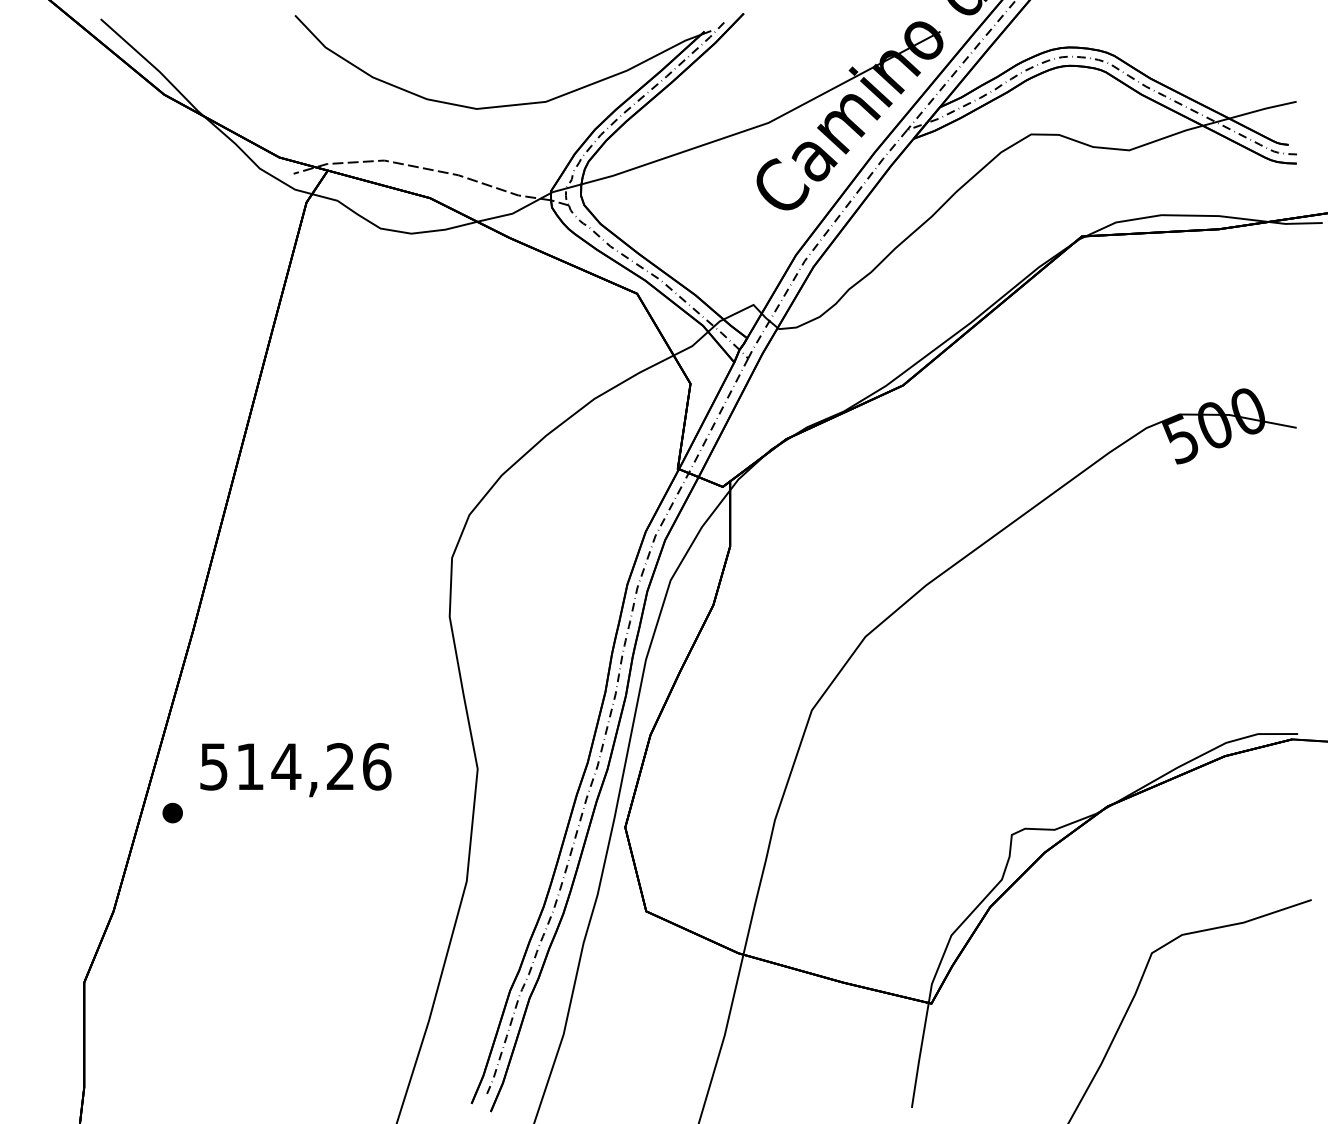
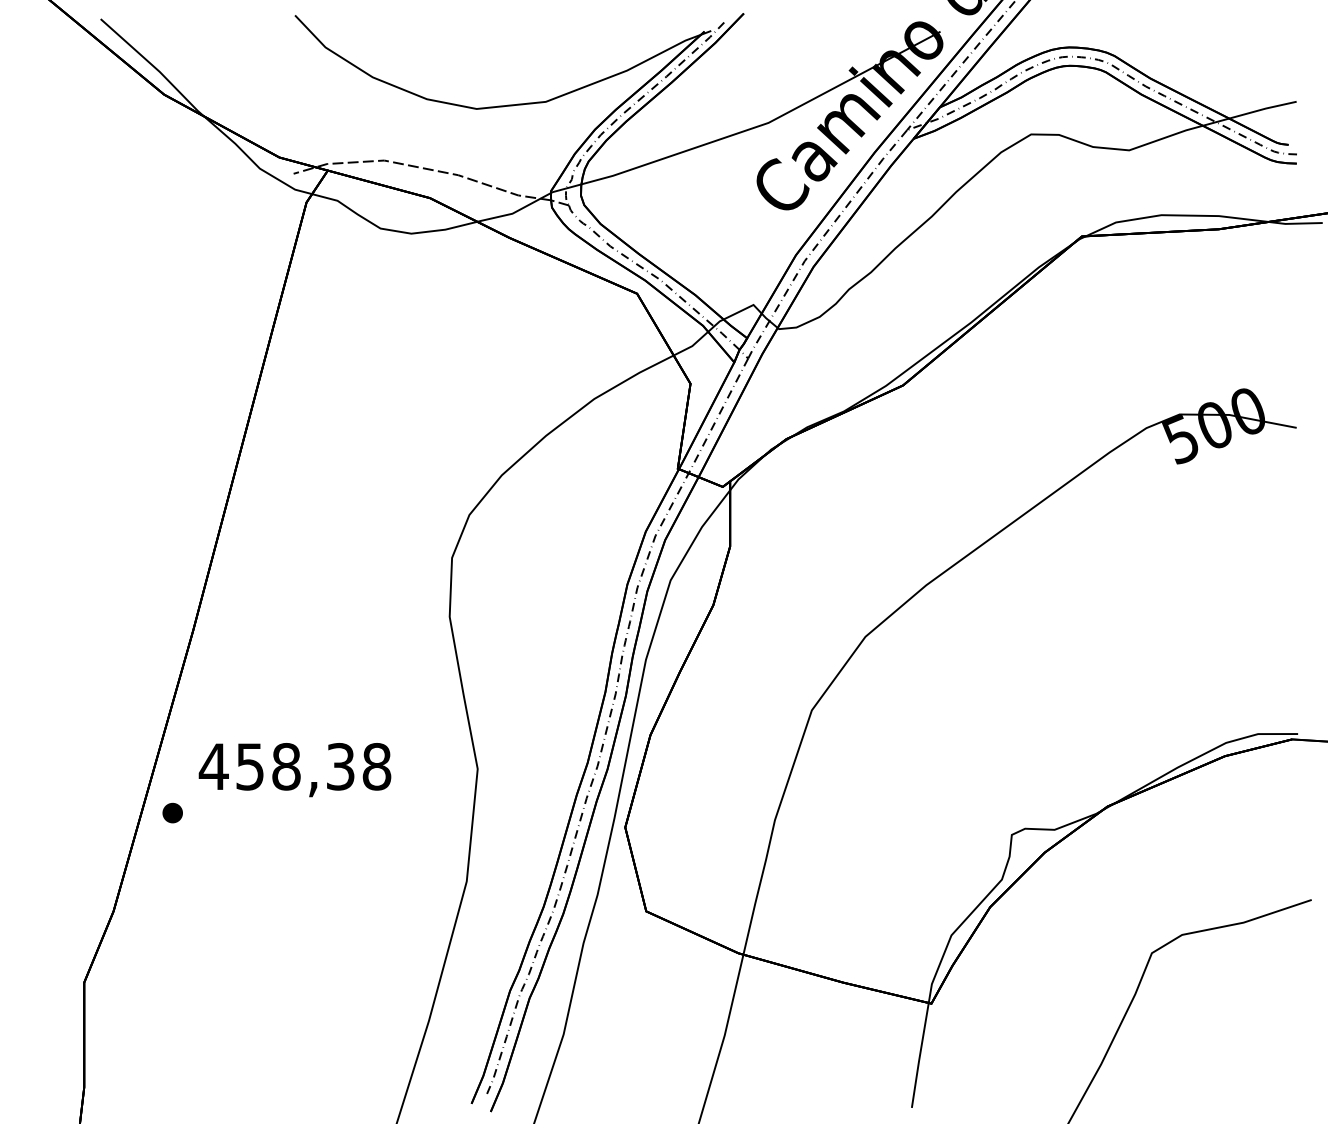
text at (294, 766): 514,26 -> 458,38
